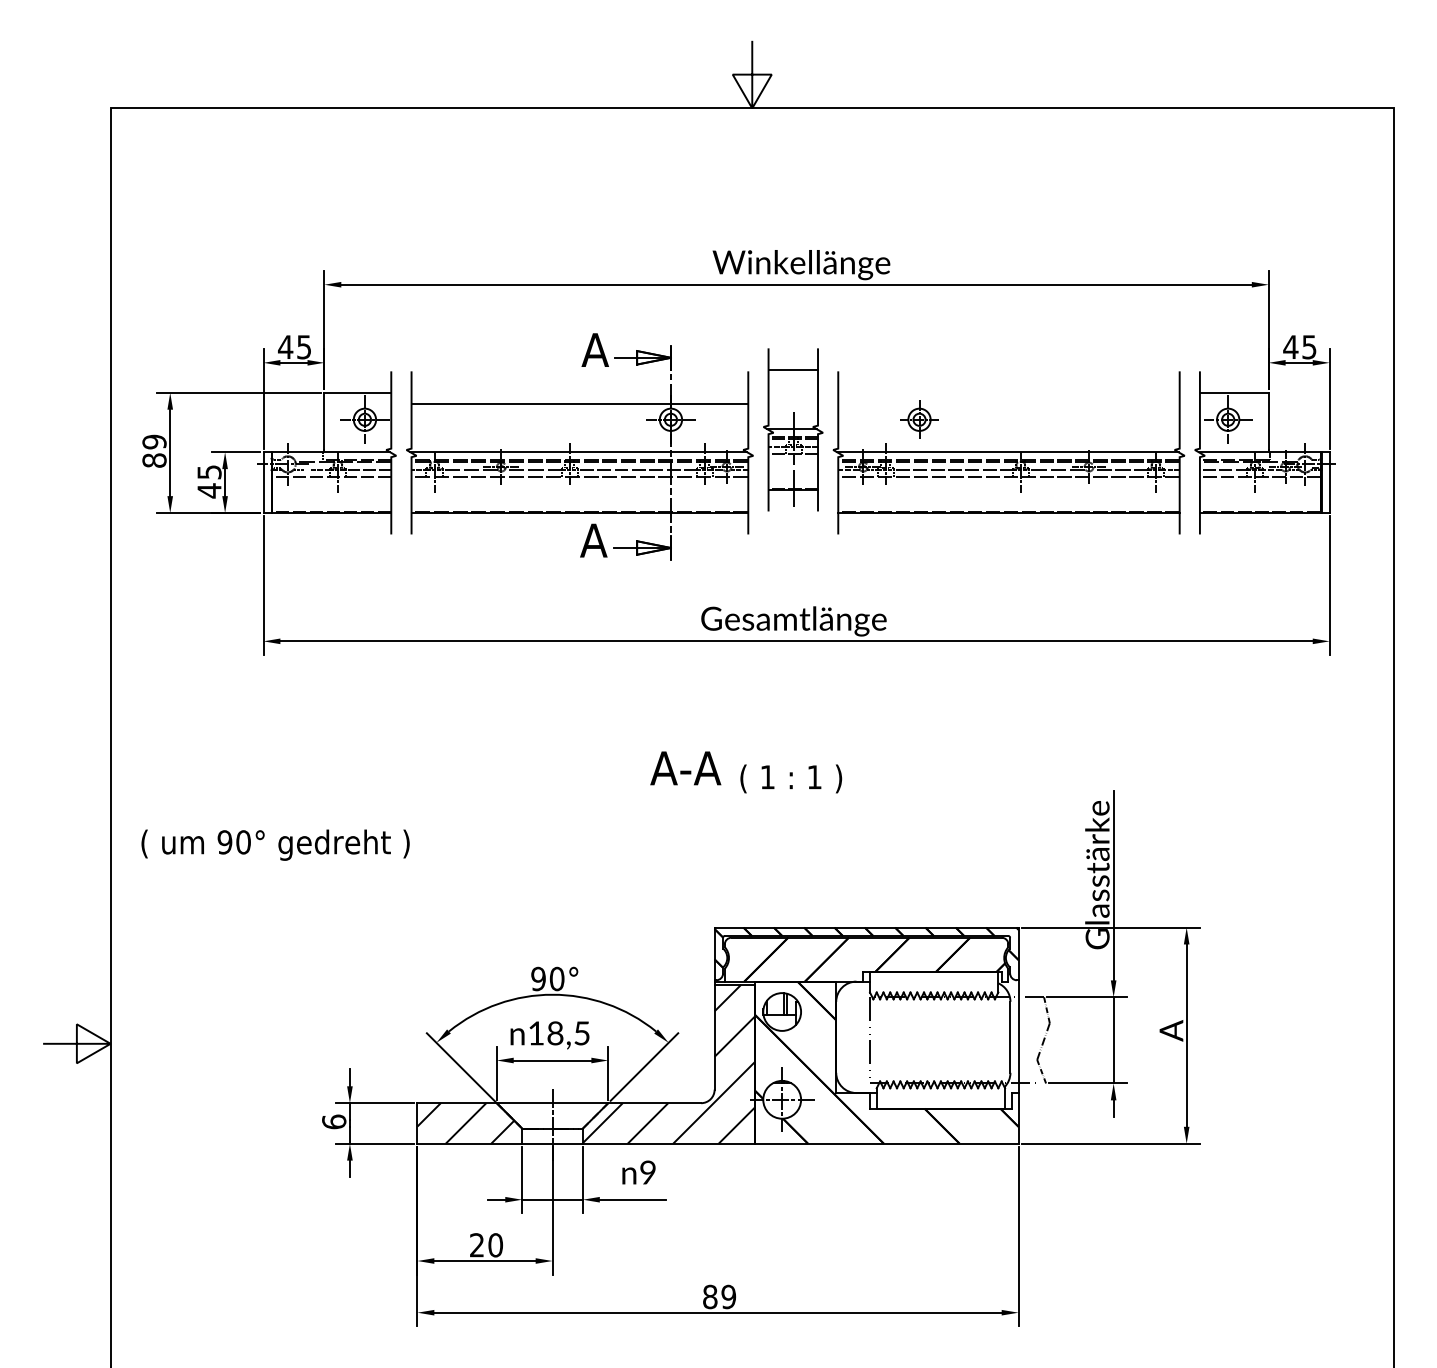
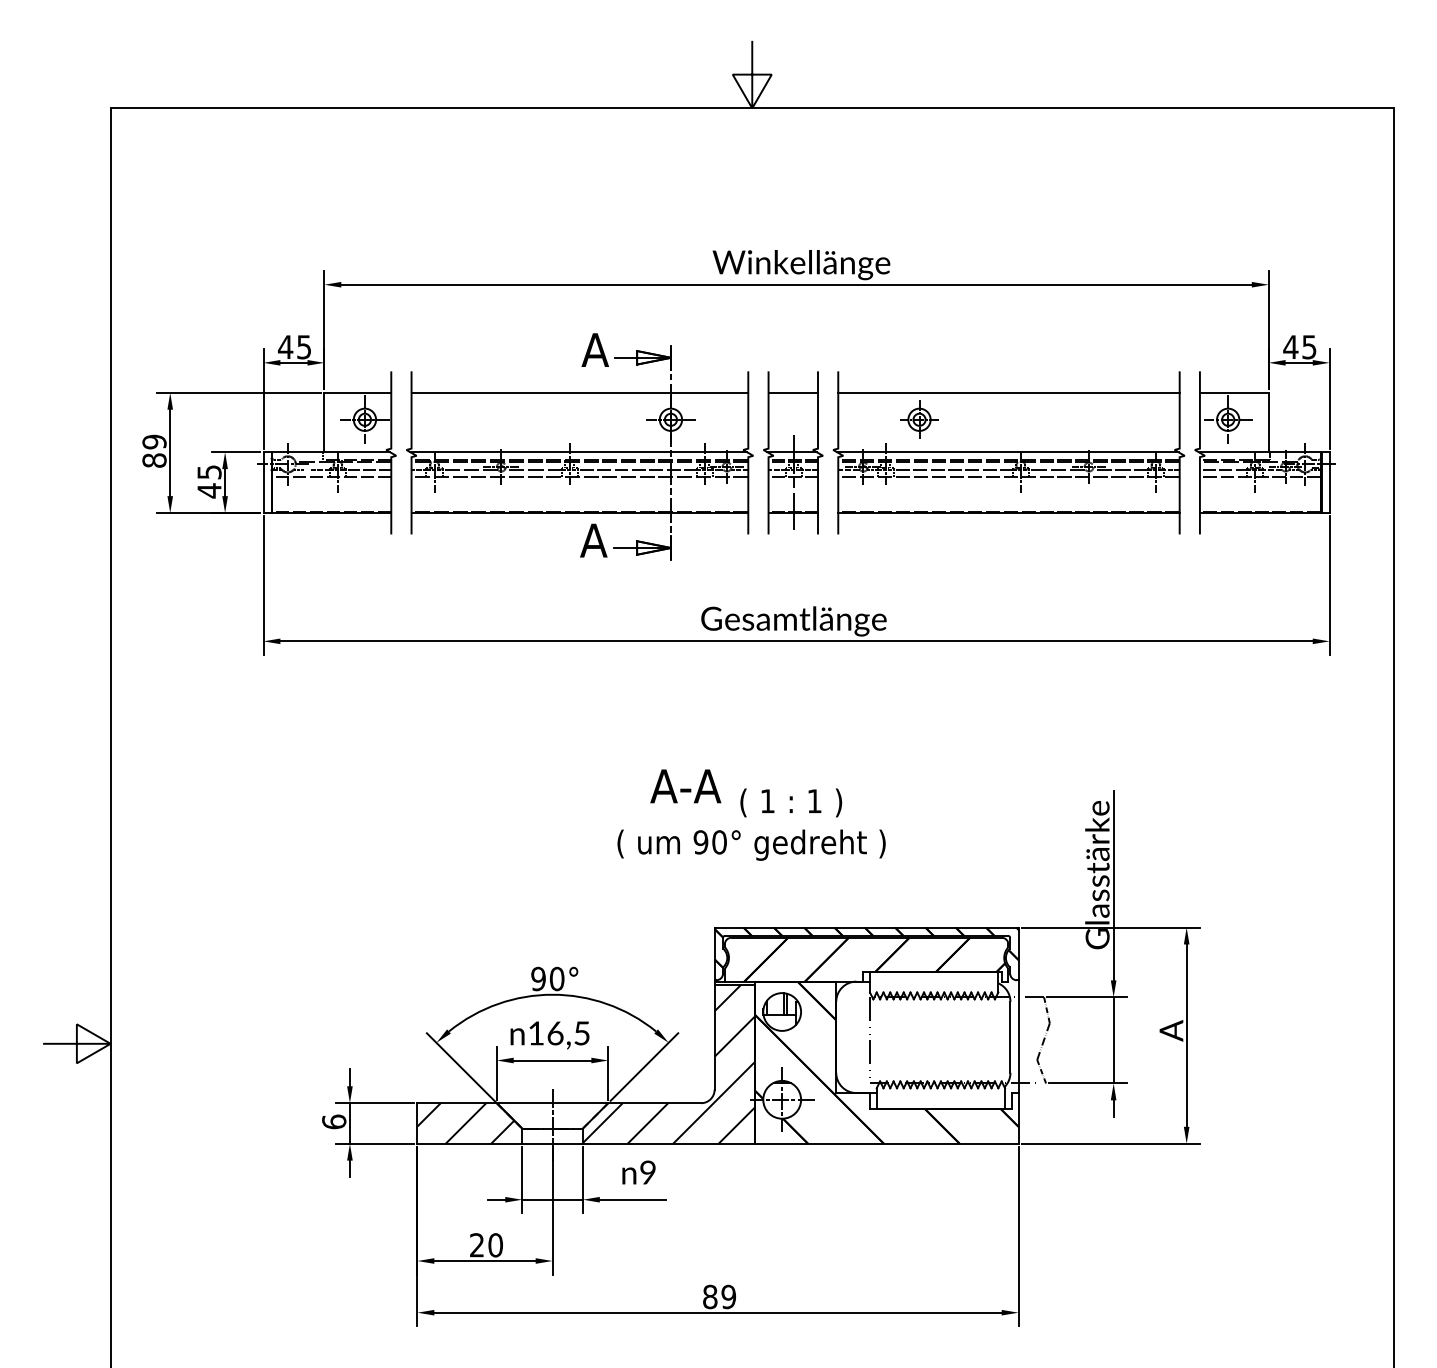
line at (1008, 392): none -> present
line at (579, 403) position: (579, 403) -> (579, 392)
part at (793, 429) position: (793, 429) -> (793, 452)
text at (685, 768) position: (685, 768) -> (685, 786)
text at (791, 778) position: (791, 778) -> (791, 802)
text at (275, 844) position: (275, 844) -> (751, 844)
text at (555, 1032): 18,5 -> 16,5
